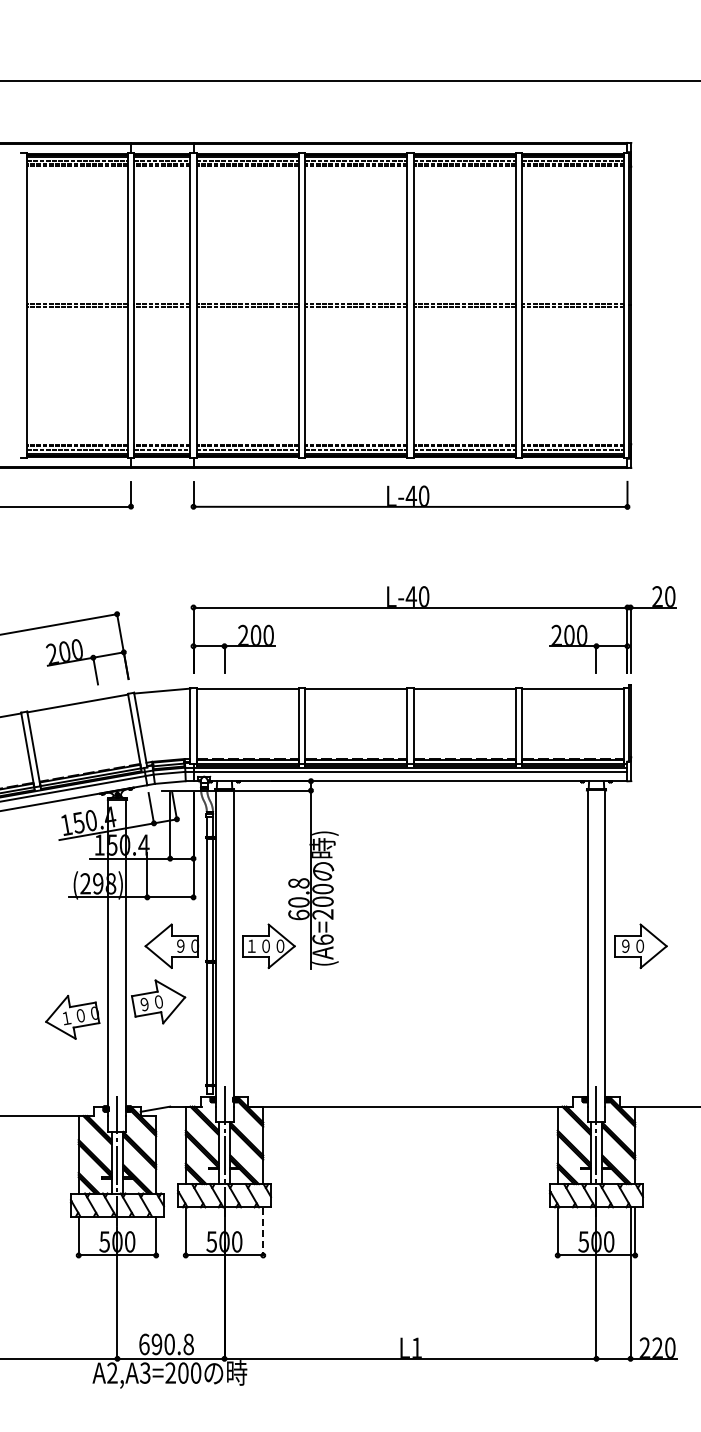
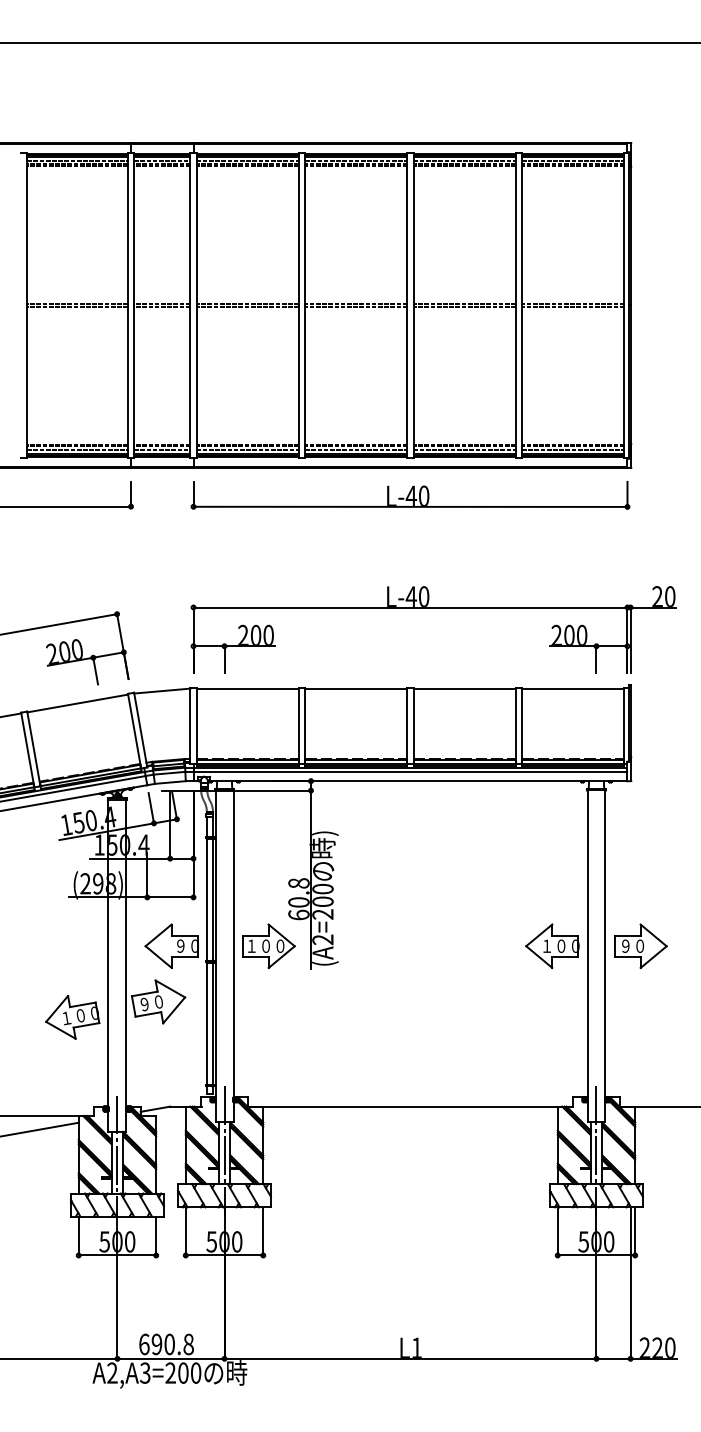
line at (349, 80) position: (349, 80) -> (349, 42)
text at (322, 939): (A6=200 -> (A2=200
part at (552, 945): none -> present
line at (40, 1129): none -> present
line at (263, 1232): dashed -> solid
